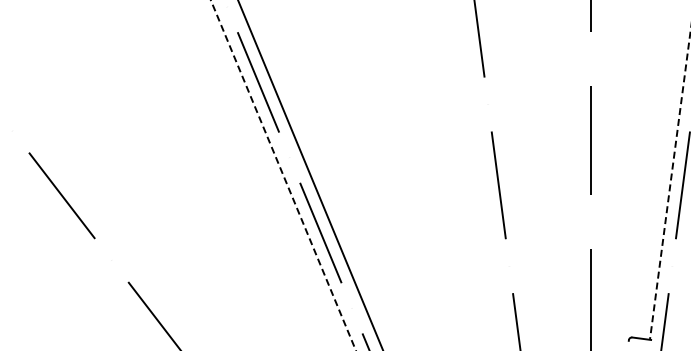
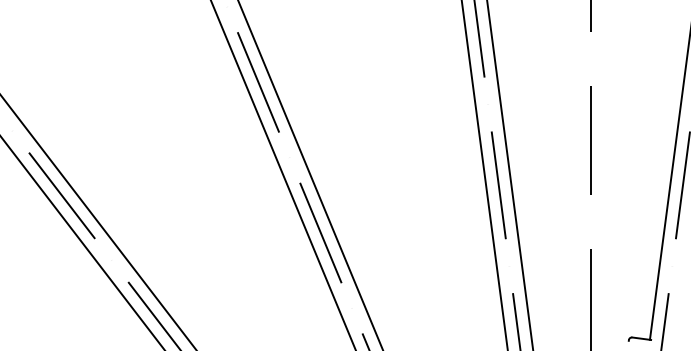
line at (484, 174): none -> present
line at (509, 174): none -> present
line at (283, 176): dashed -> solid
line at (670, 184): dashed -> solid
line at (98, 222): none -> present
line at (82, 242): none -> present
